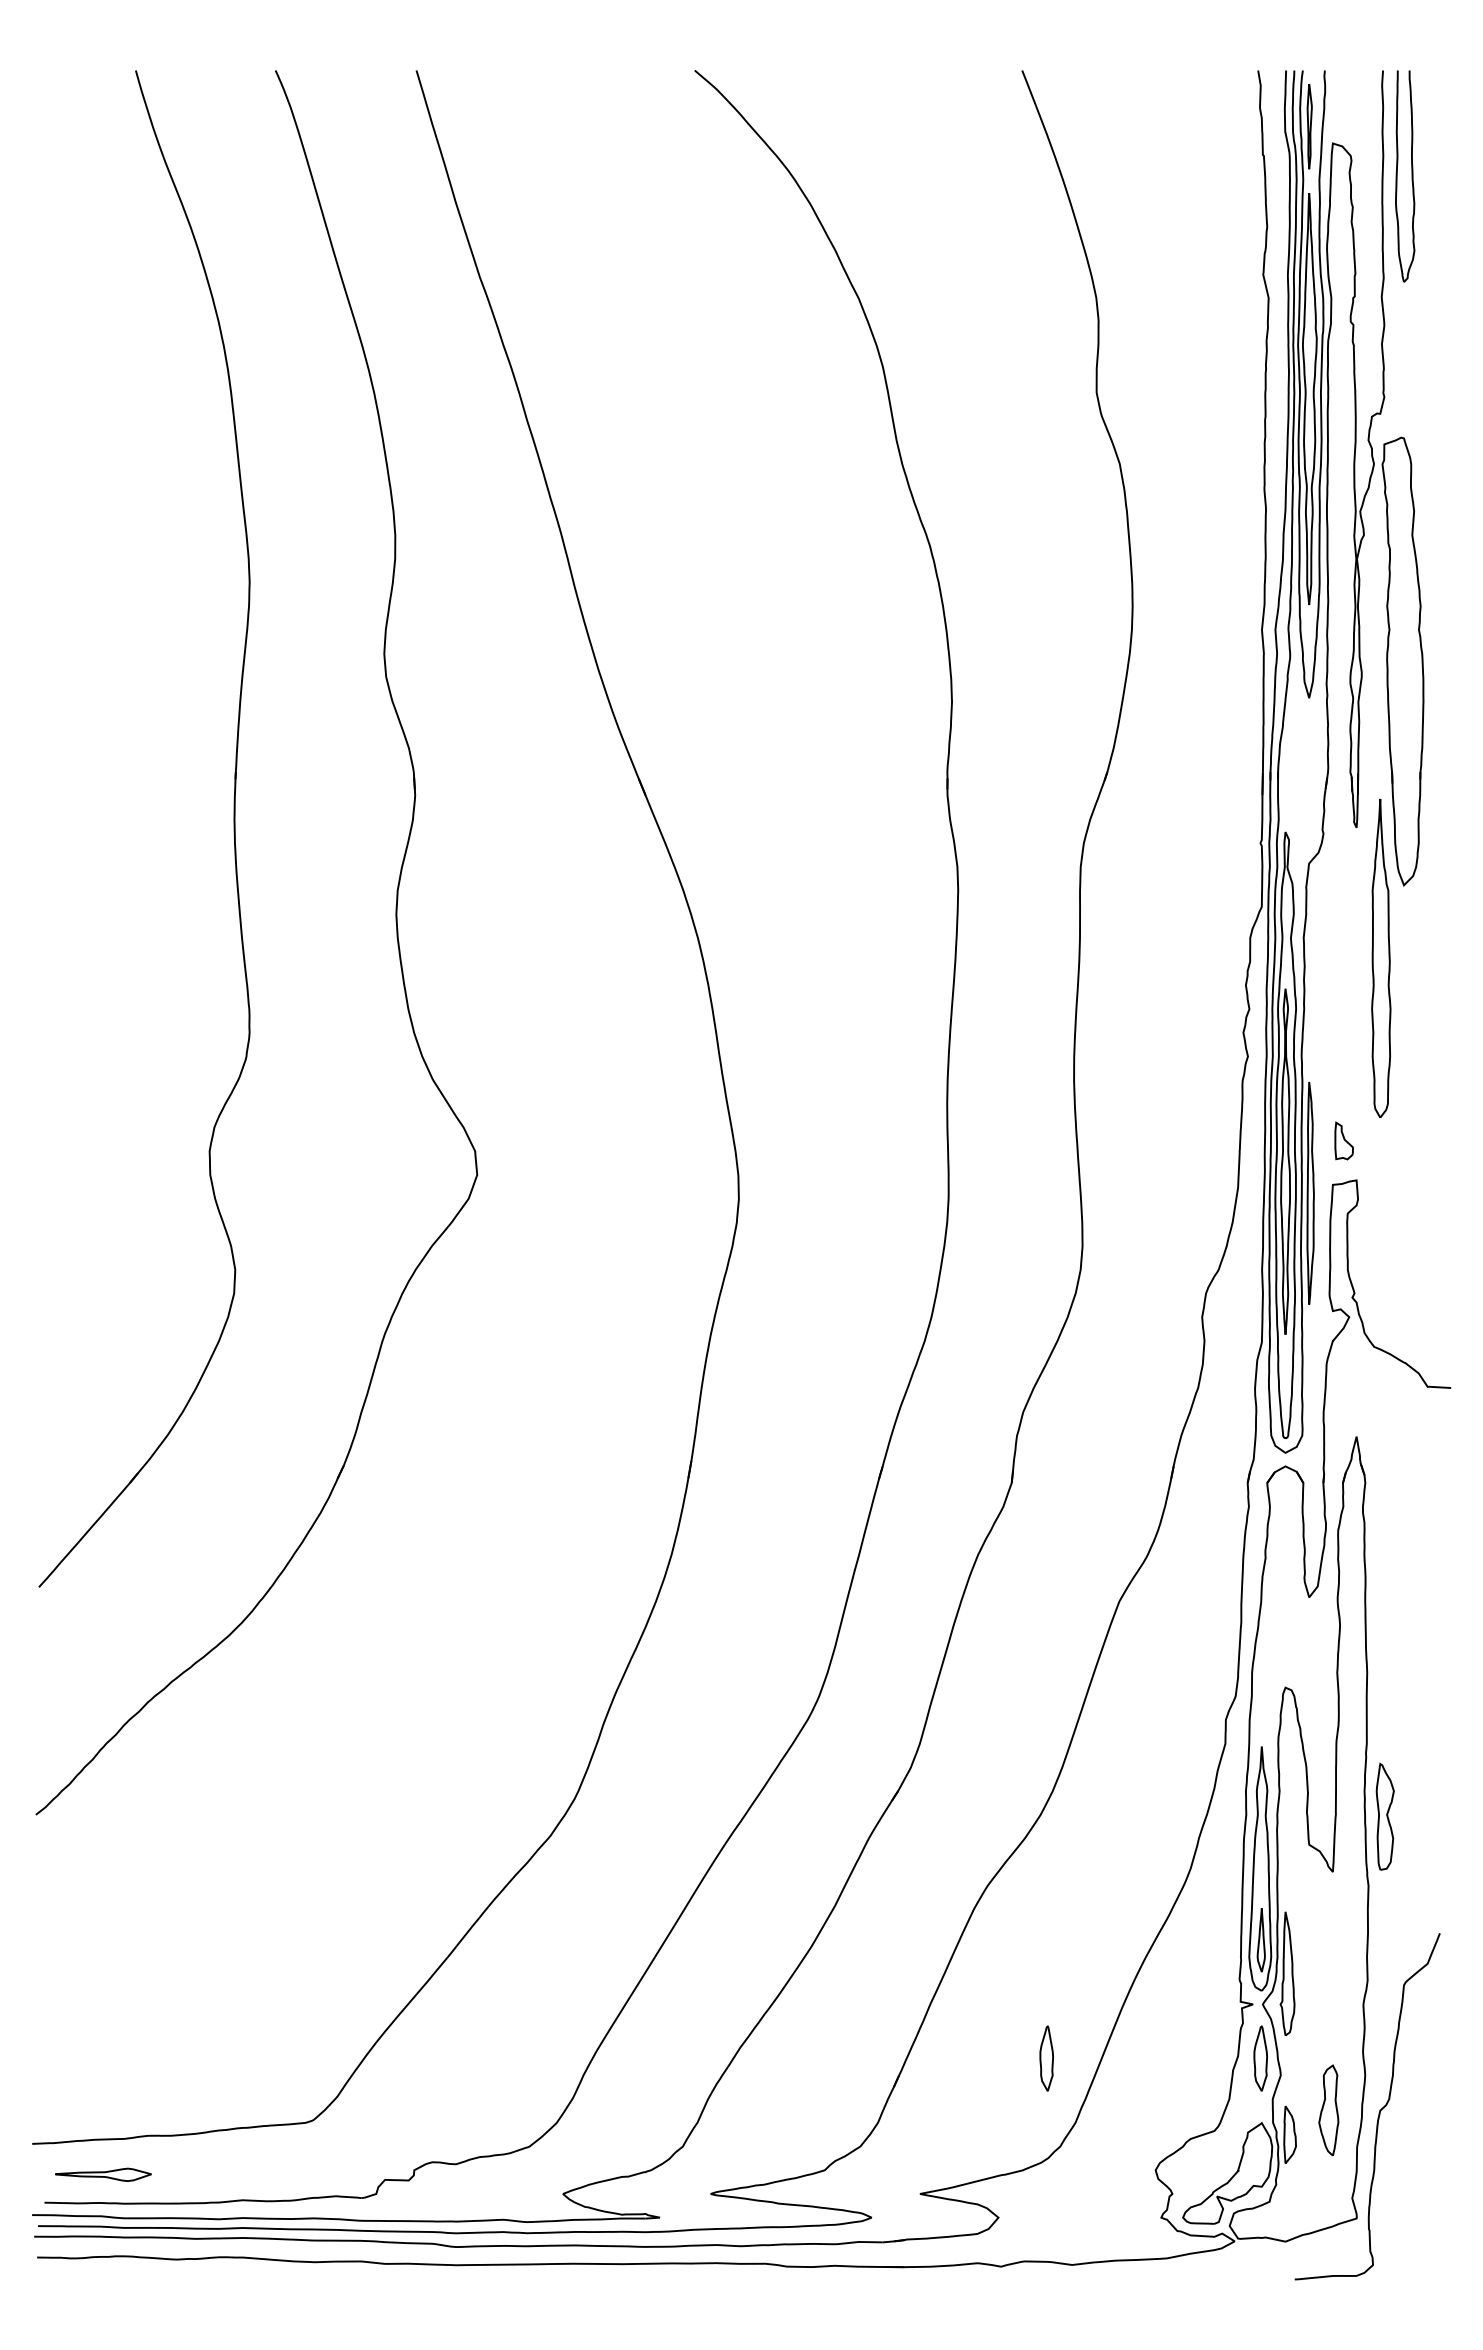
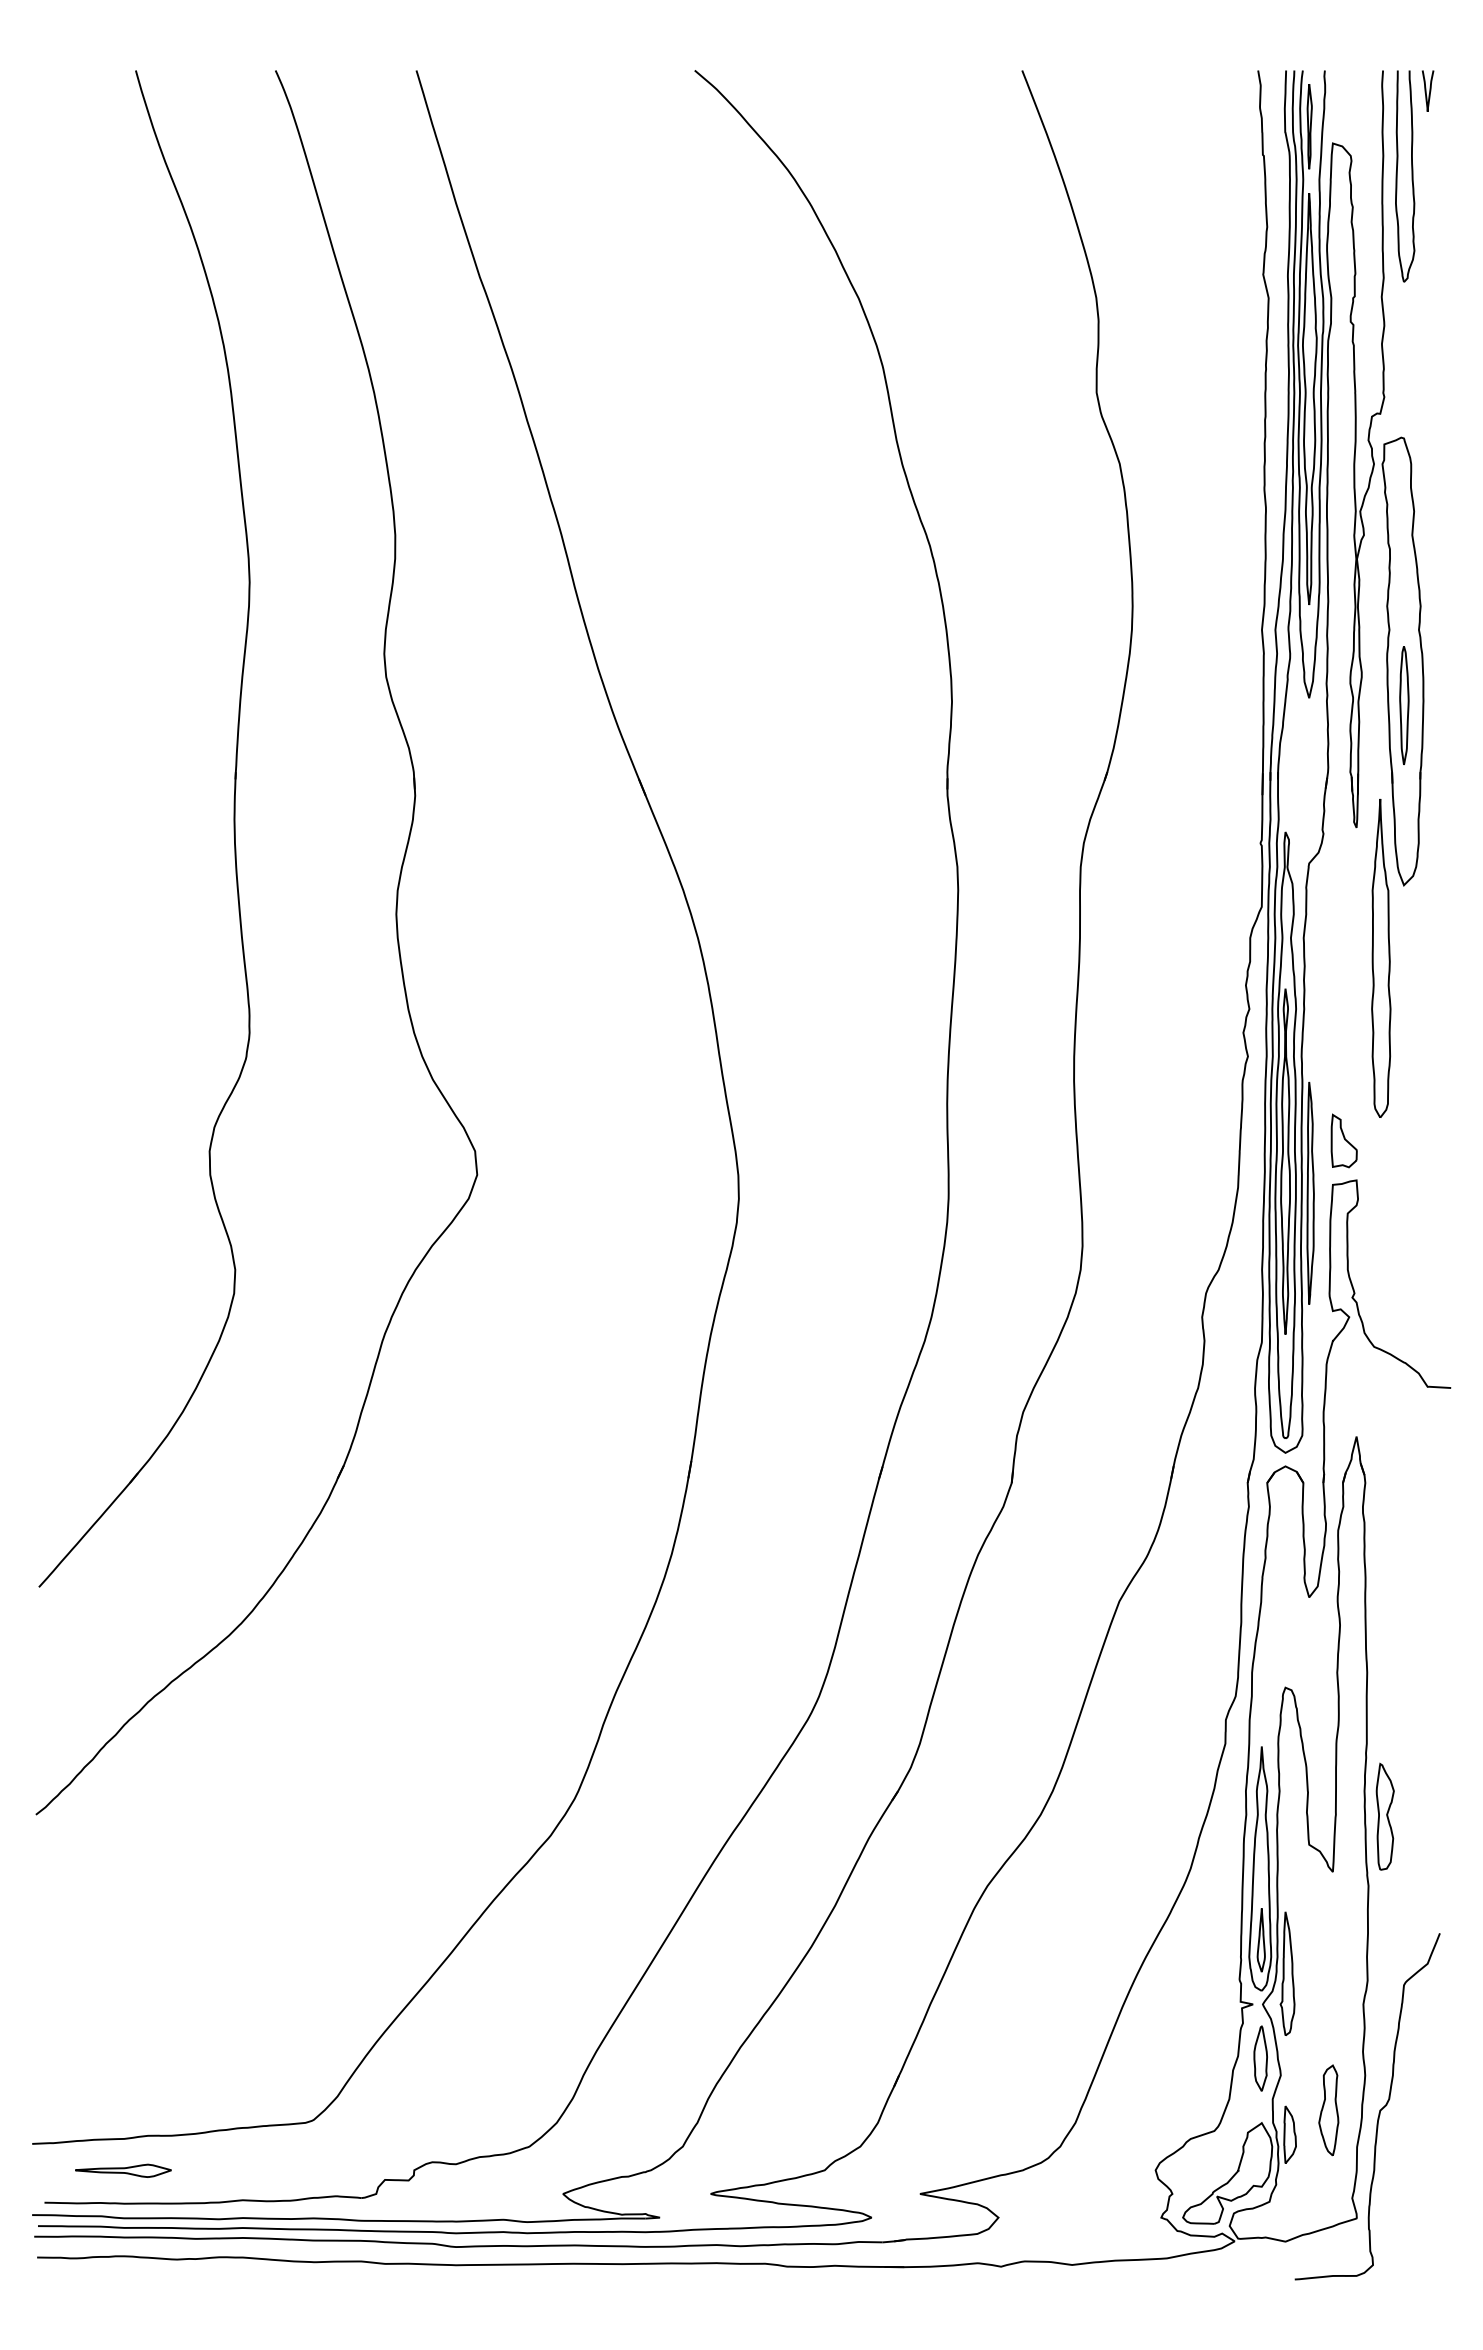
curve at (1429, 90): none -> present
part at (1404, 705): none -> present
part at (1343, 1140) size: 20x40 px -> 28x56 px
part at (1046, 2058): present -> none
part at (103, 2174) position: (103, 2174) -> (123, 2170)
